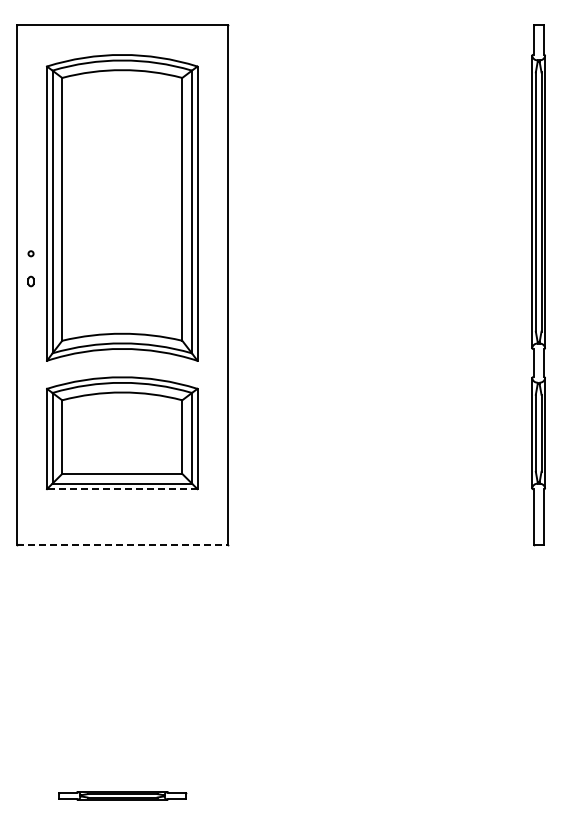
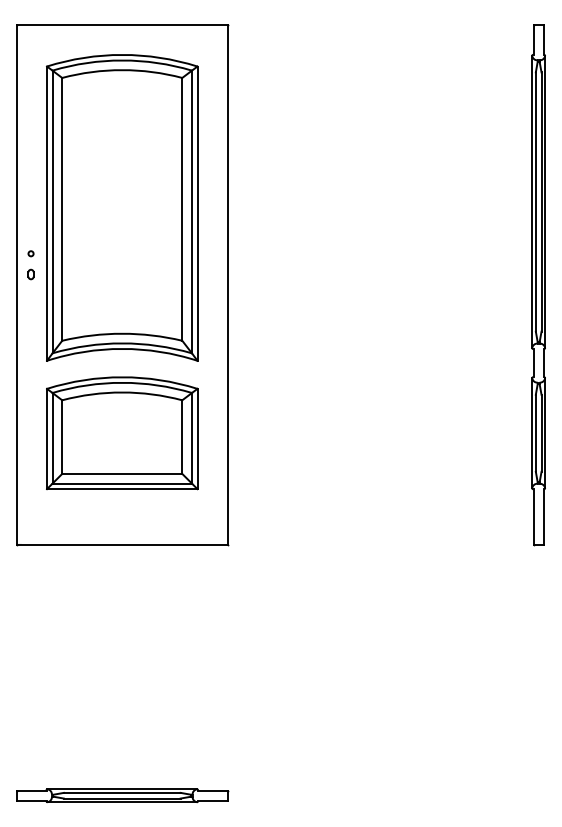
part at (30, 281) position: (30, 281) -> (30, 274)
line at (121, 489): dashed -> solid
line at (122, 544): dashed -> solid
part at (122, 795) size: 130x10 px -> 214x16 px
